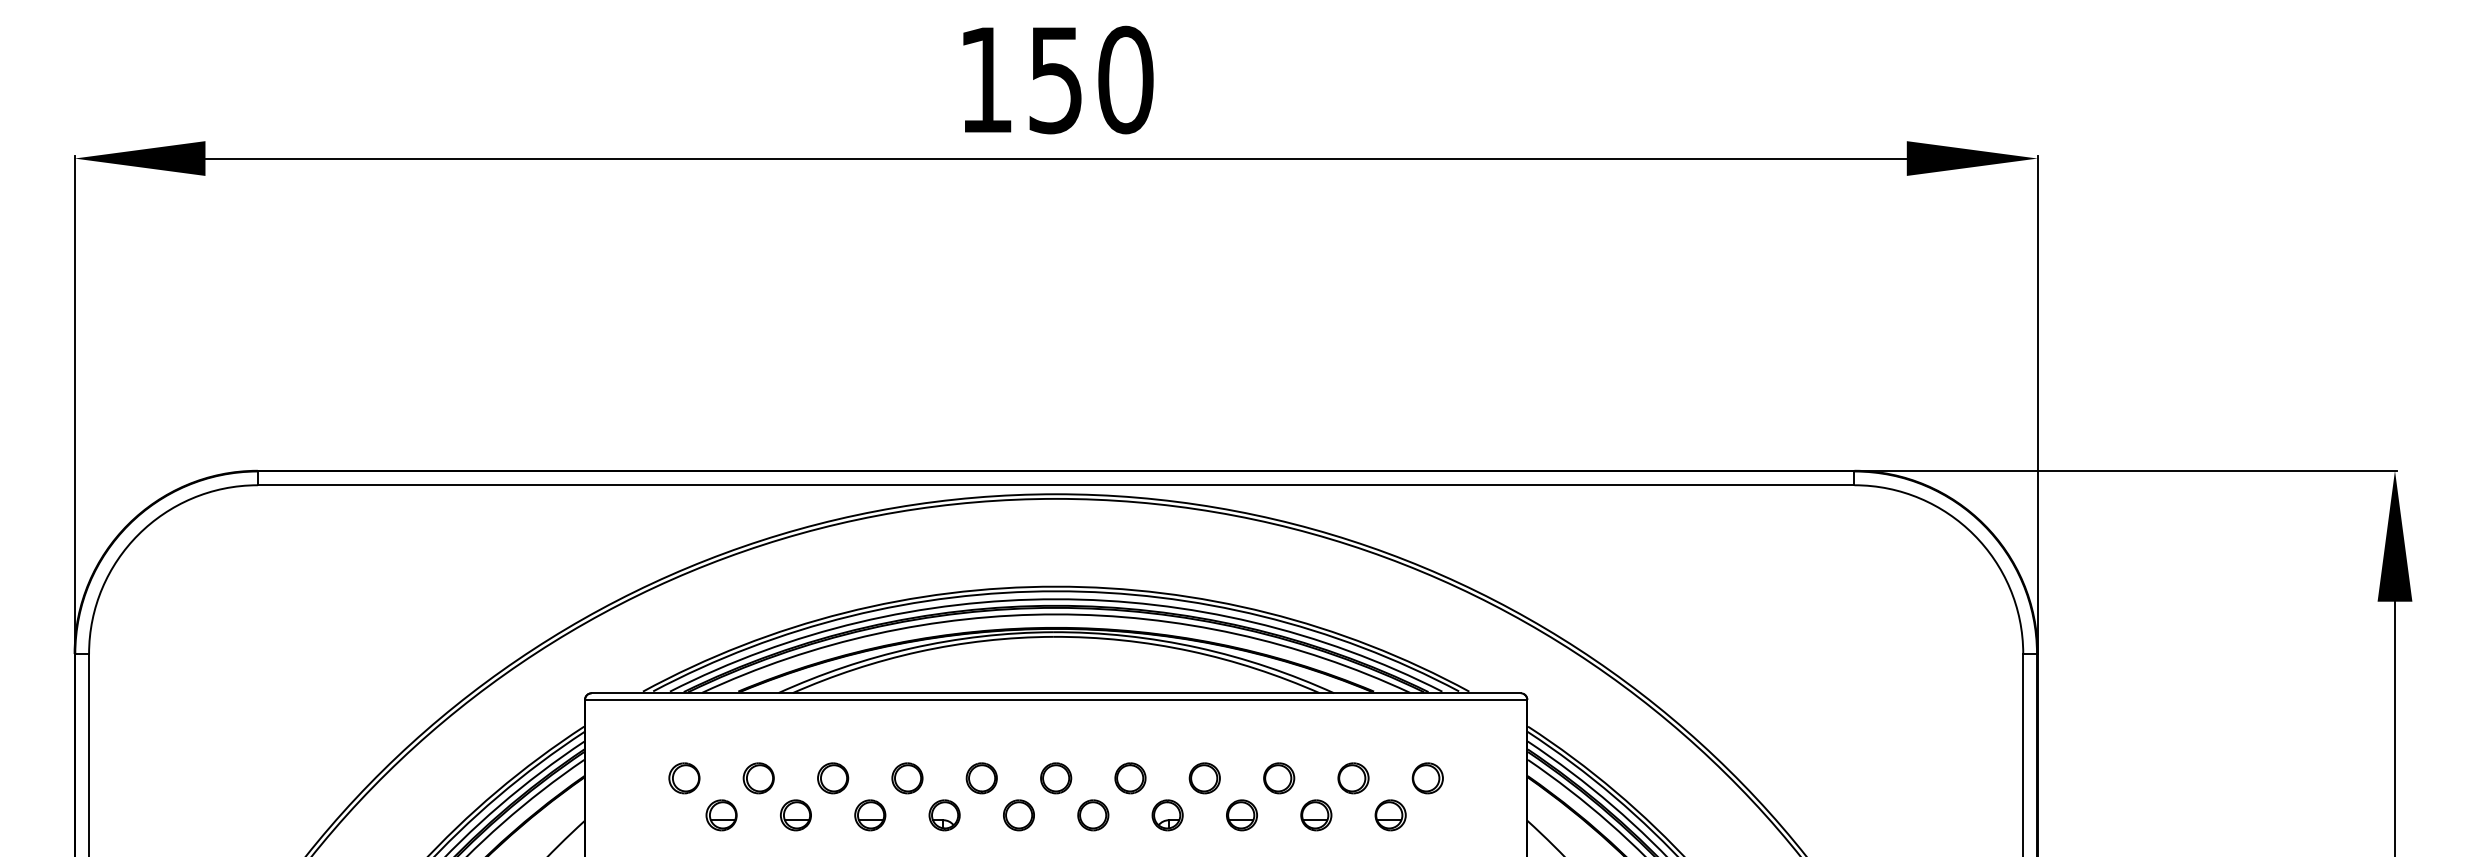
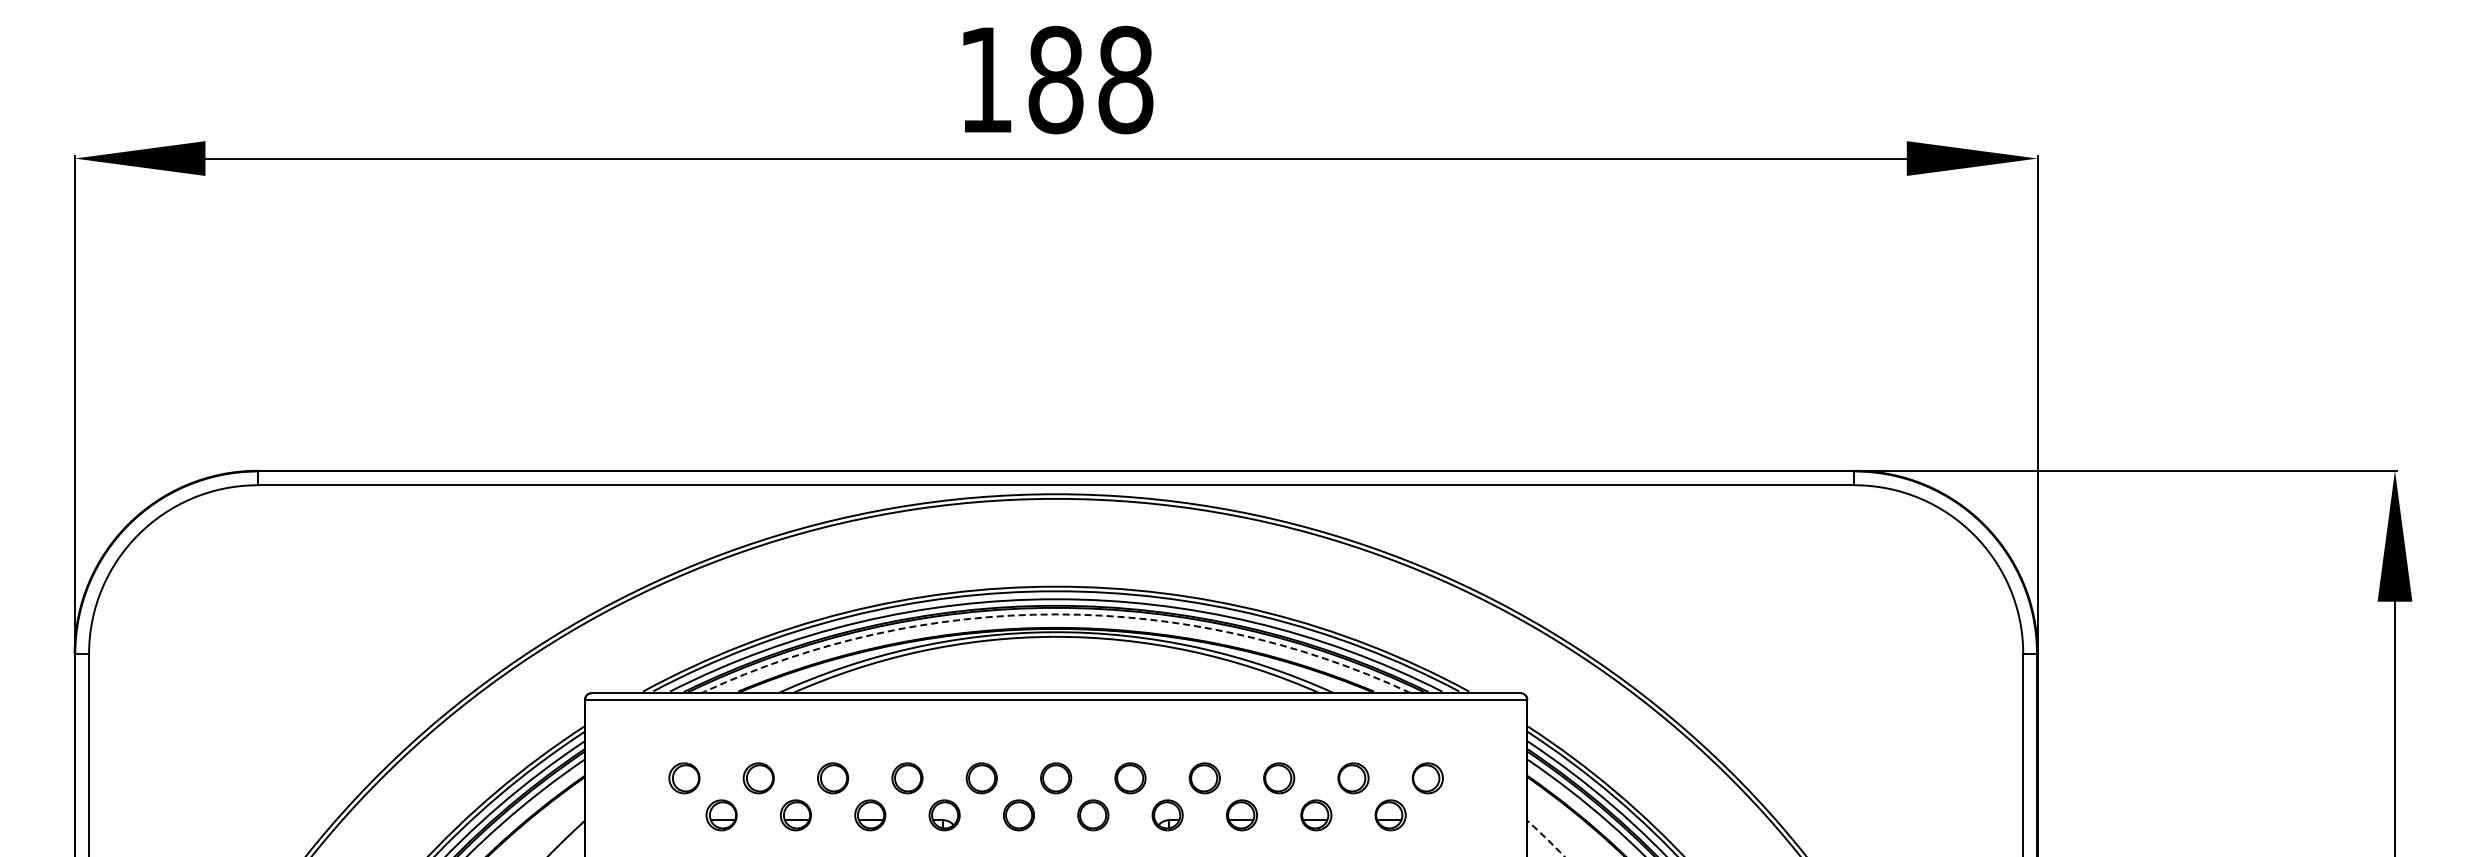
text at (1090, 79): 150 -> 188
arc at (1056, 614): solid -> dashed
arc at (1546, 838): solid -> dashed
